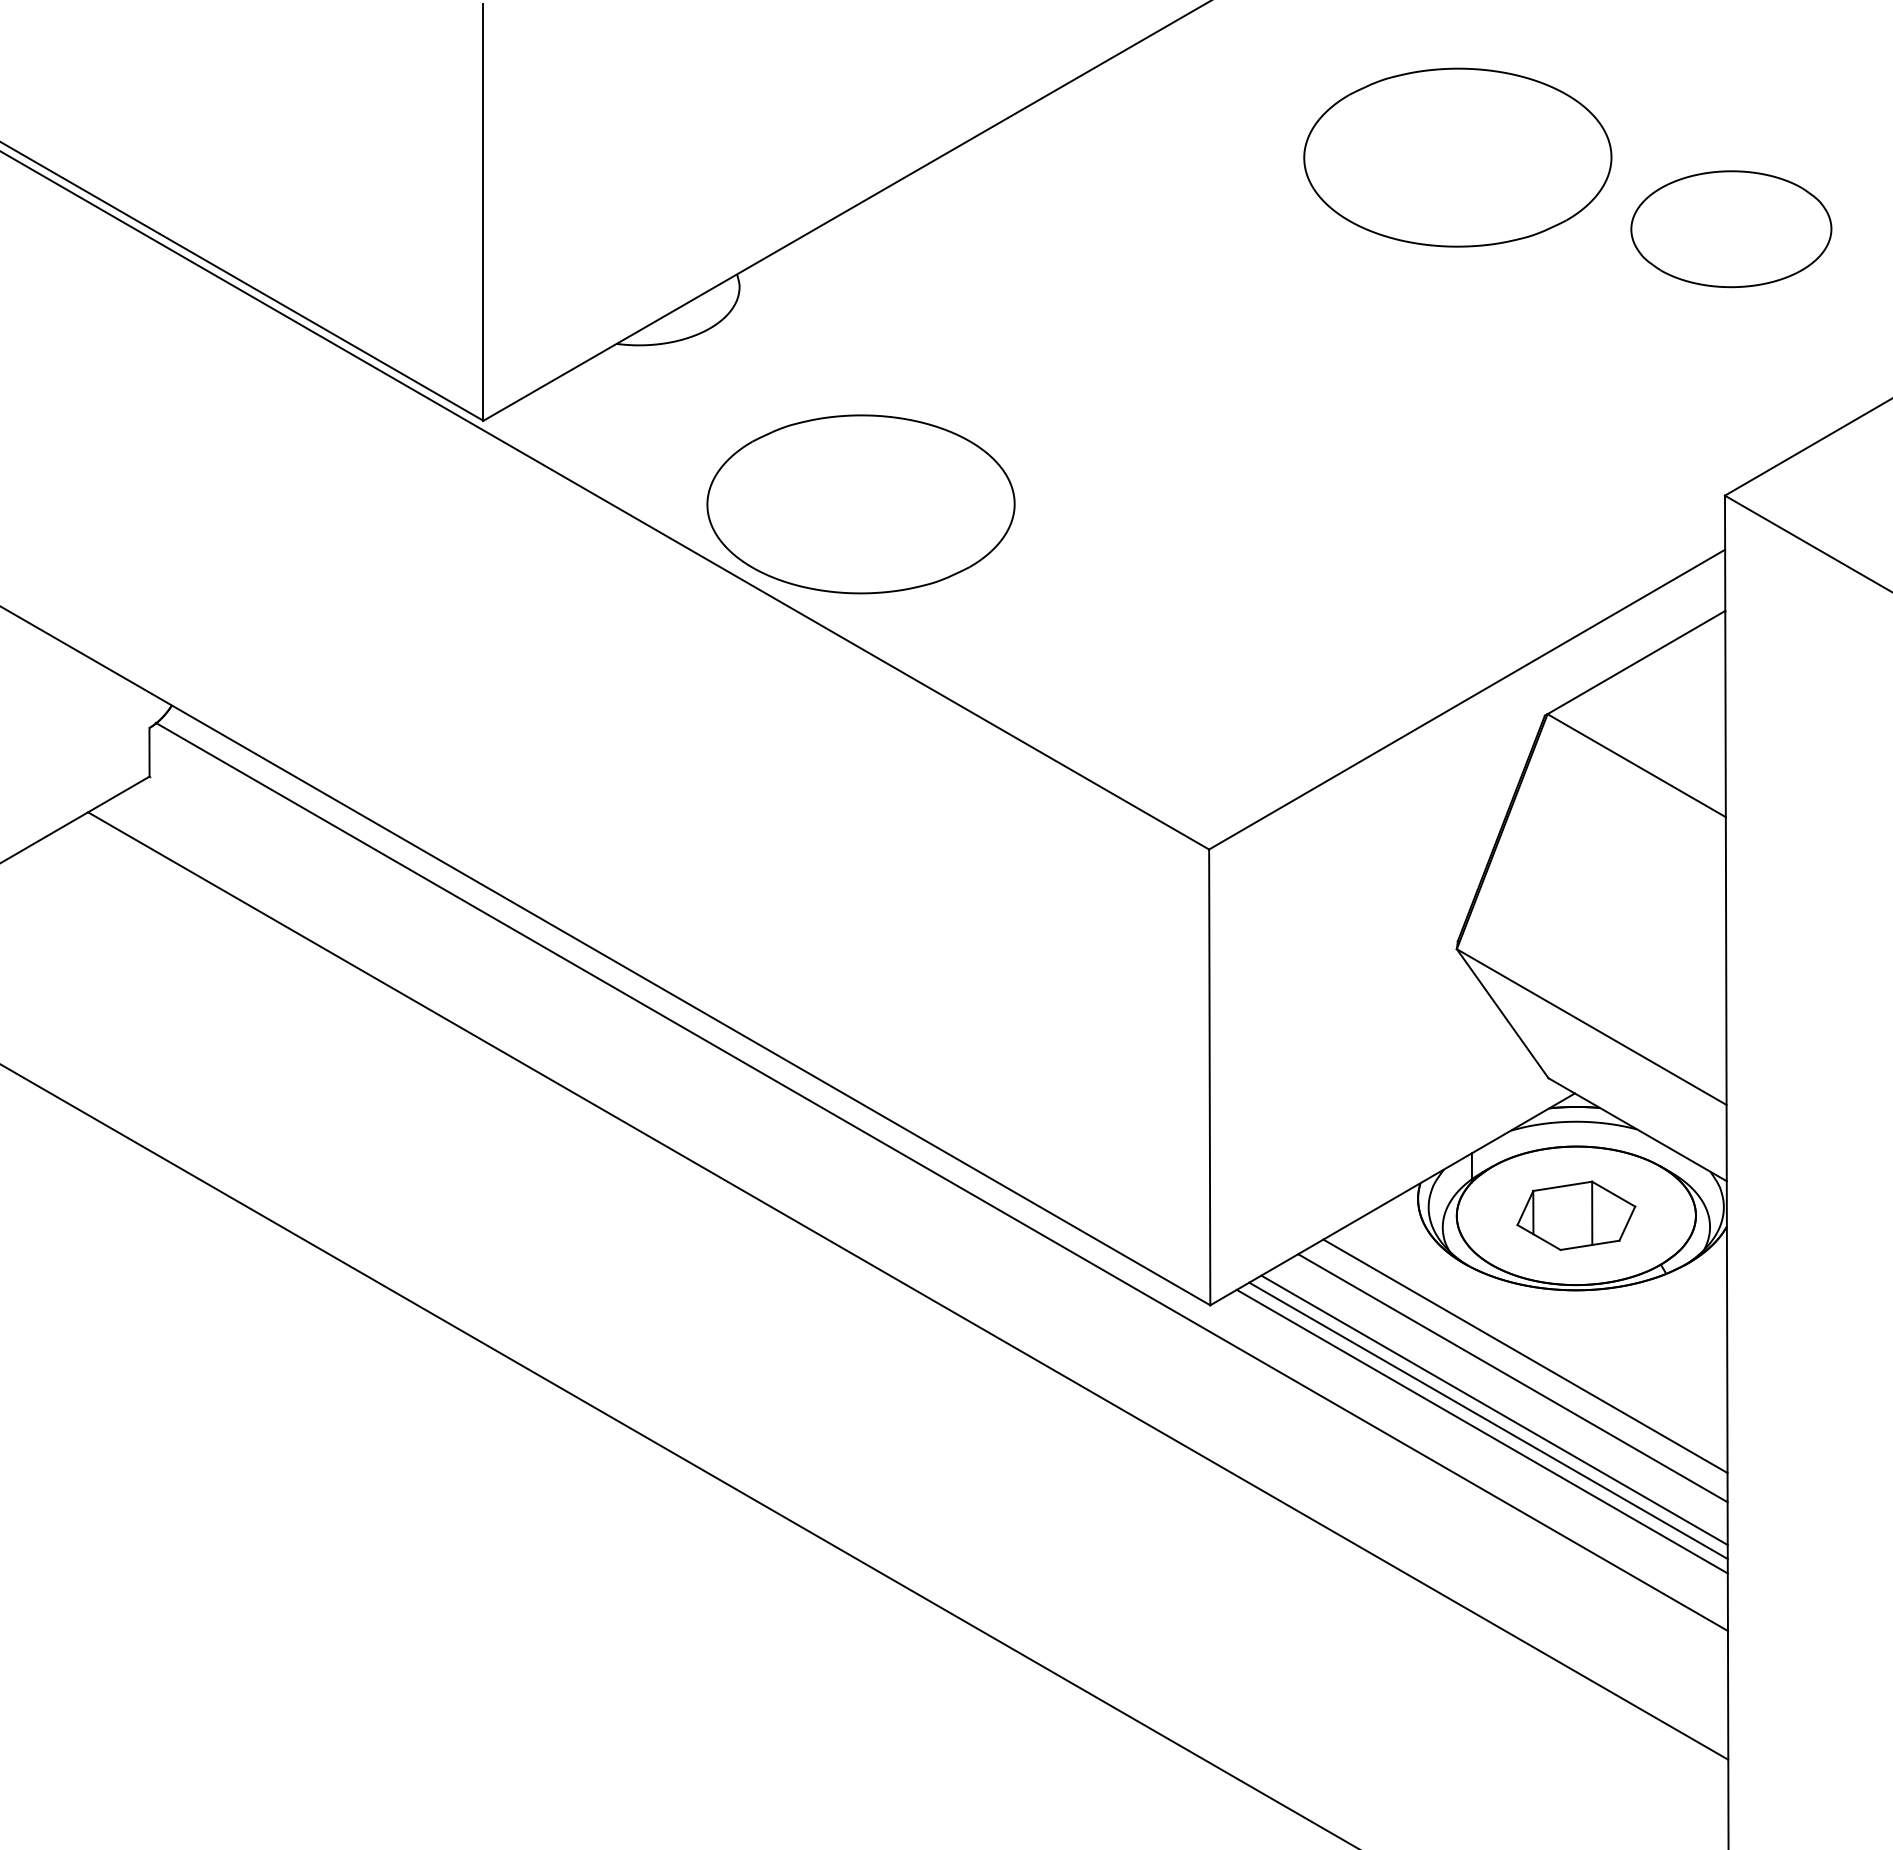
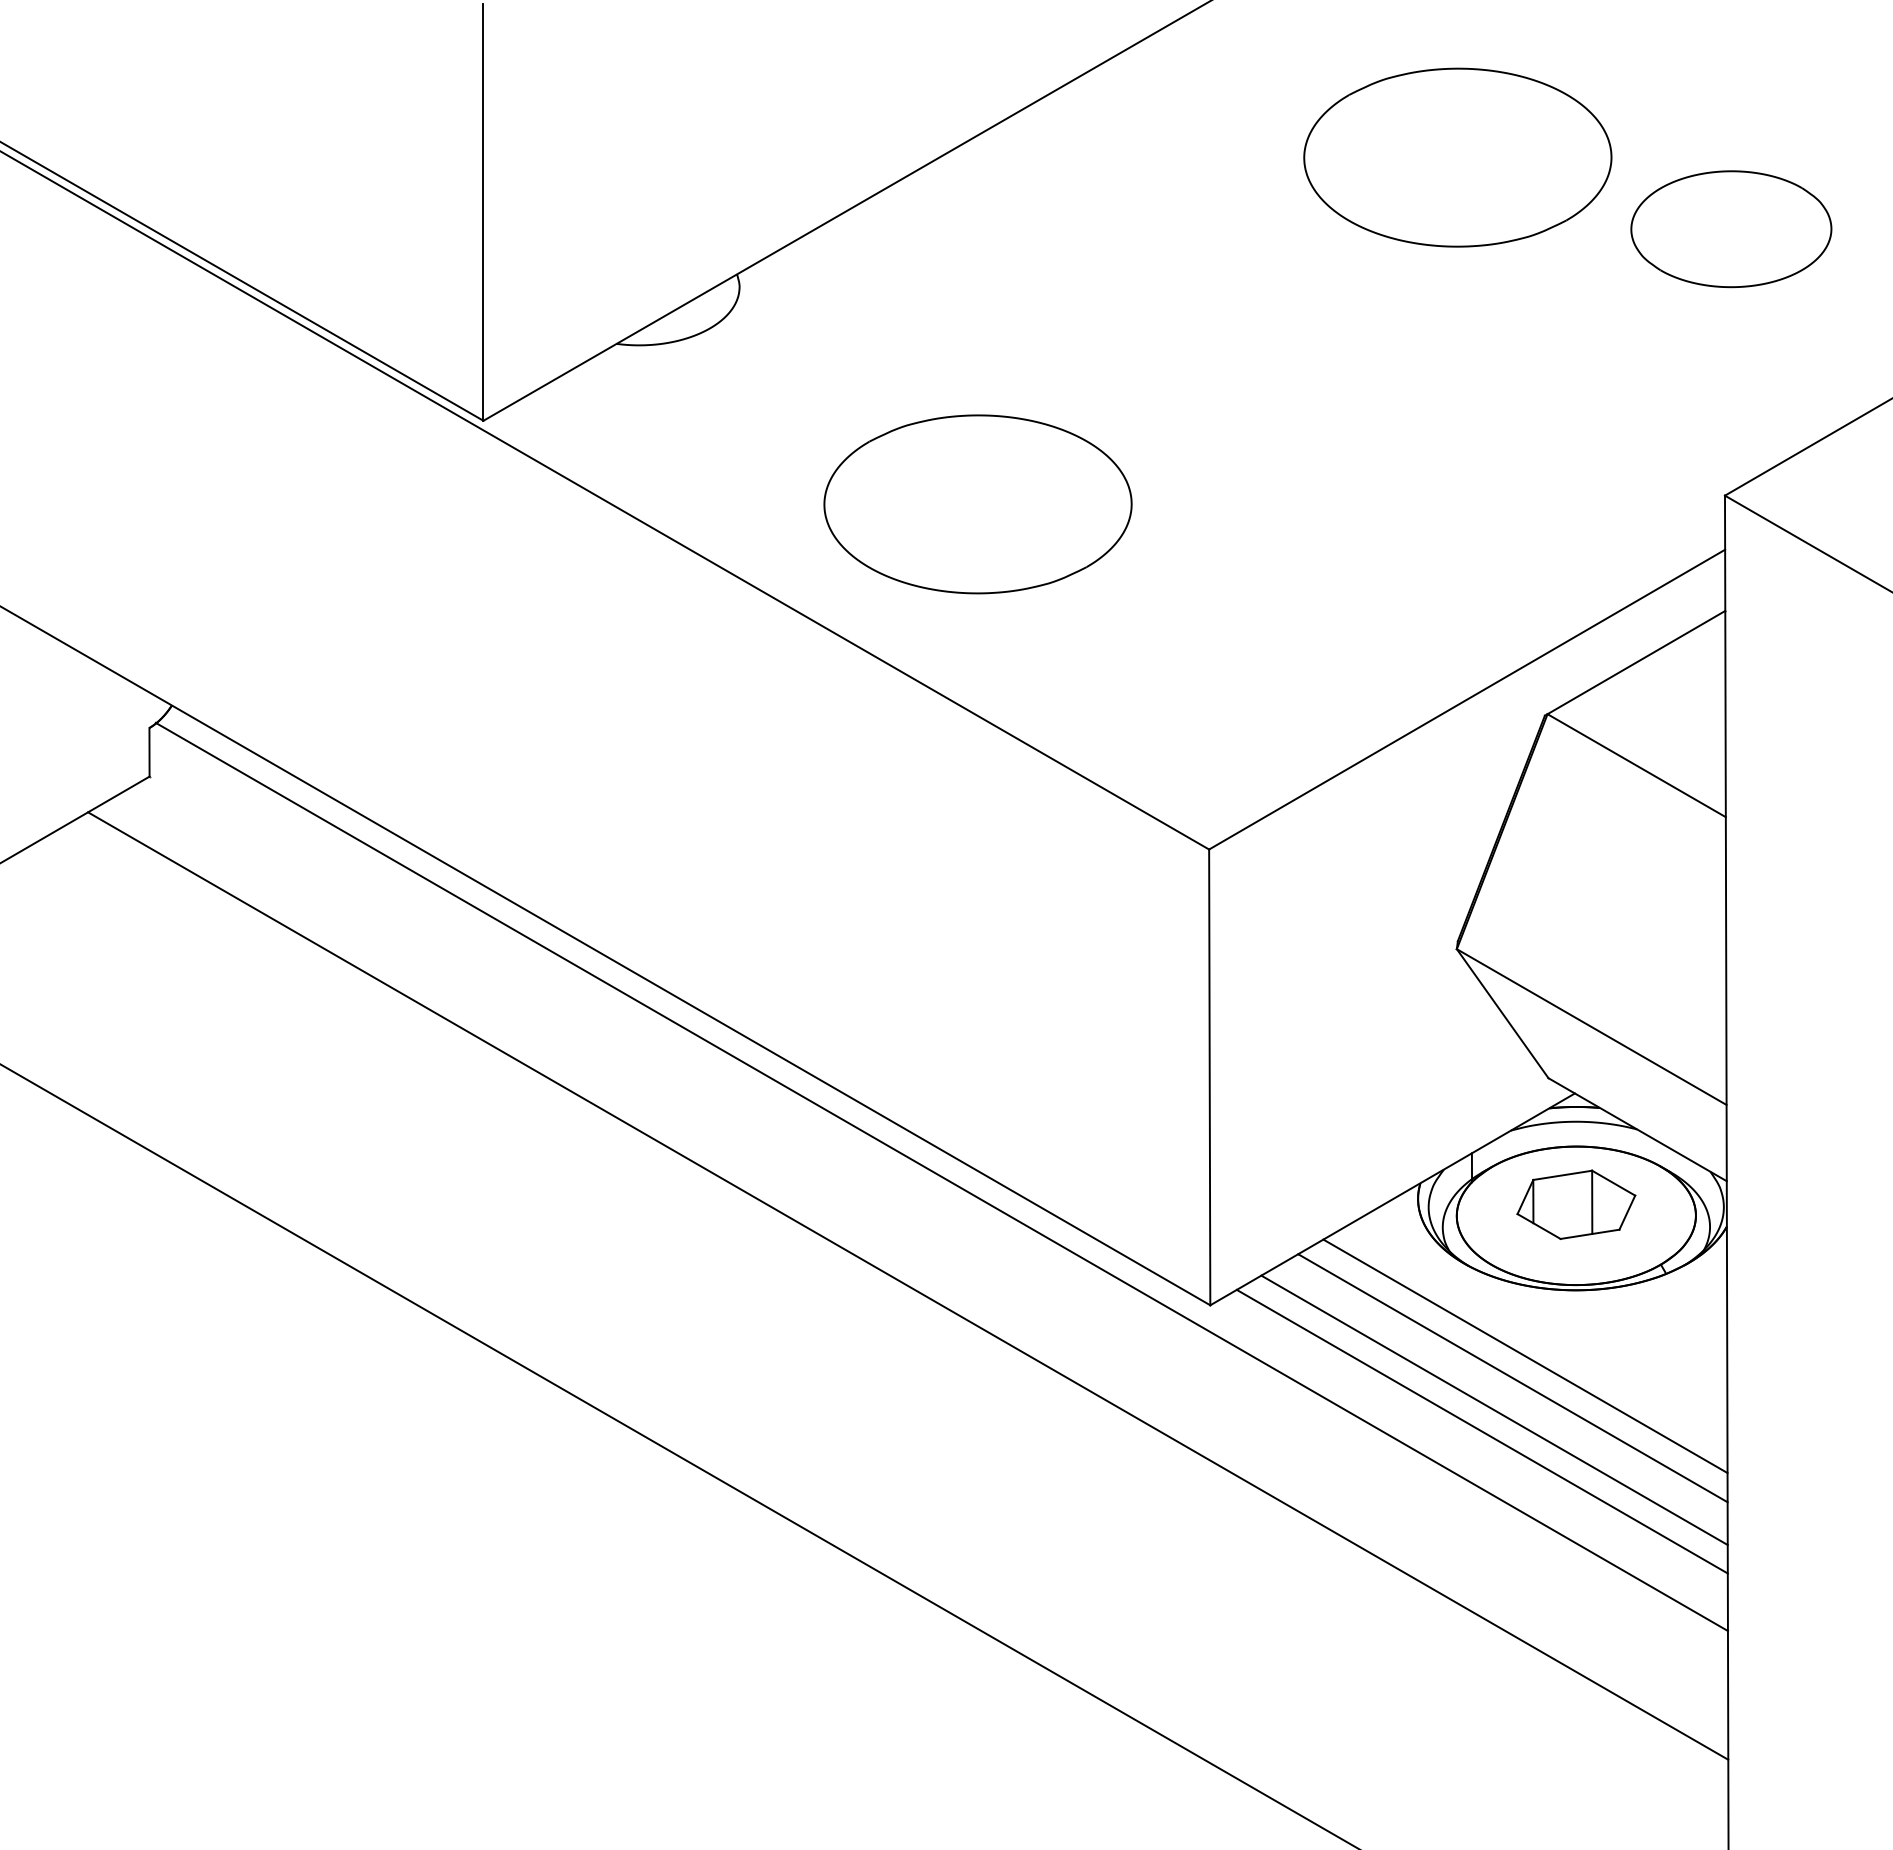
part at (860, 504) position: (860, 504) -> (977, 504)
part at (1576, 1215) position: (1576, 1215) -> (1576, 1204)
line at (1488, 1420): present -> none
